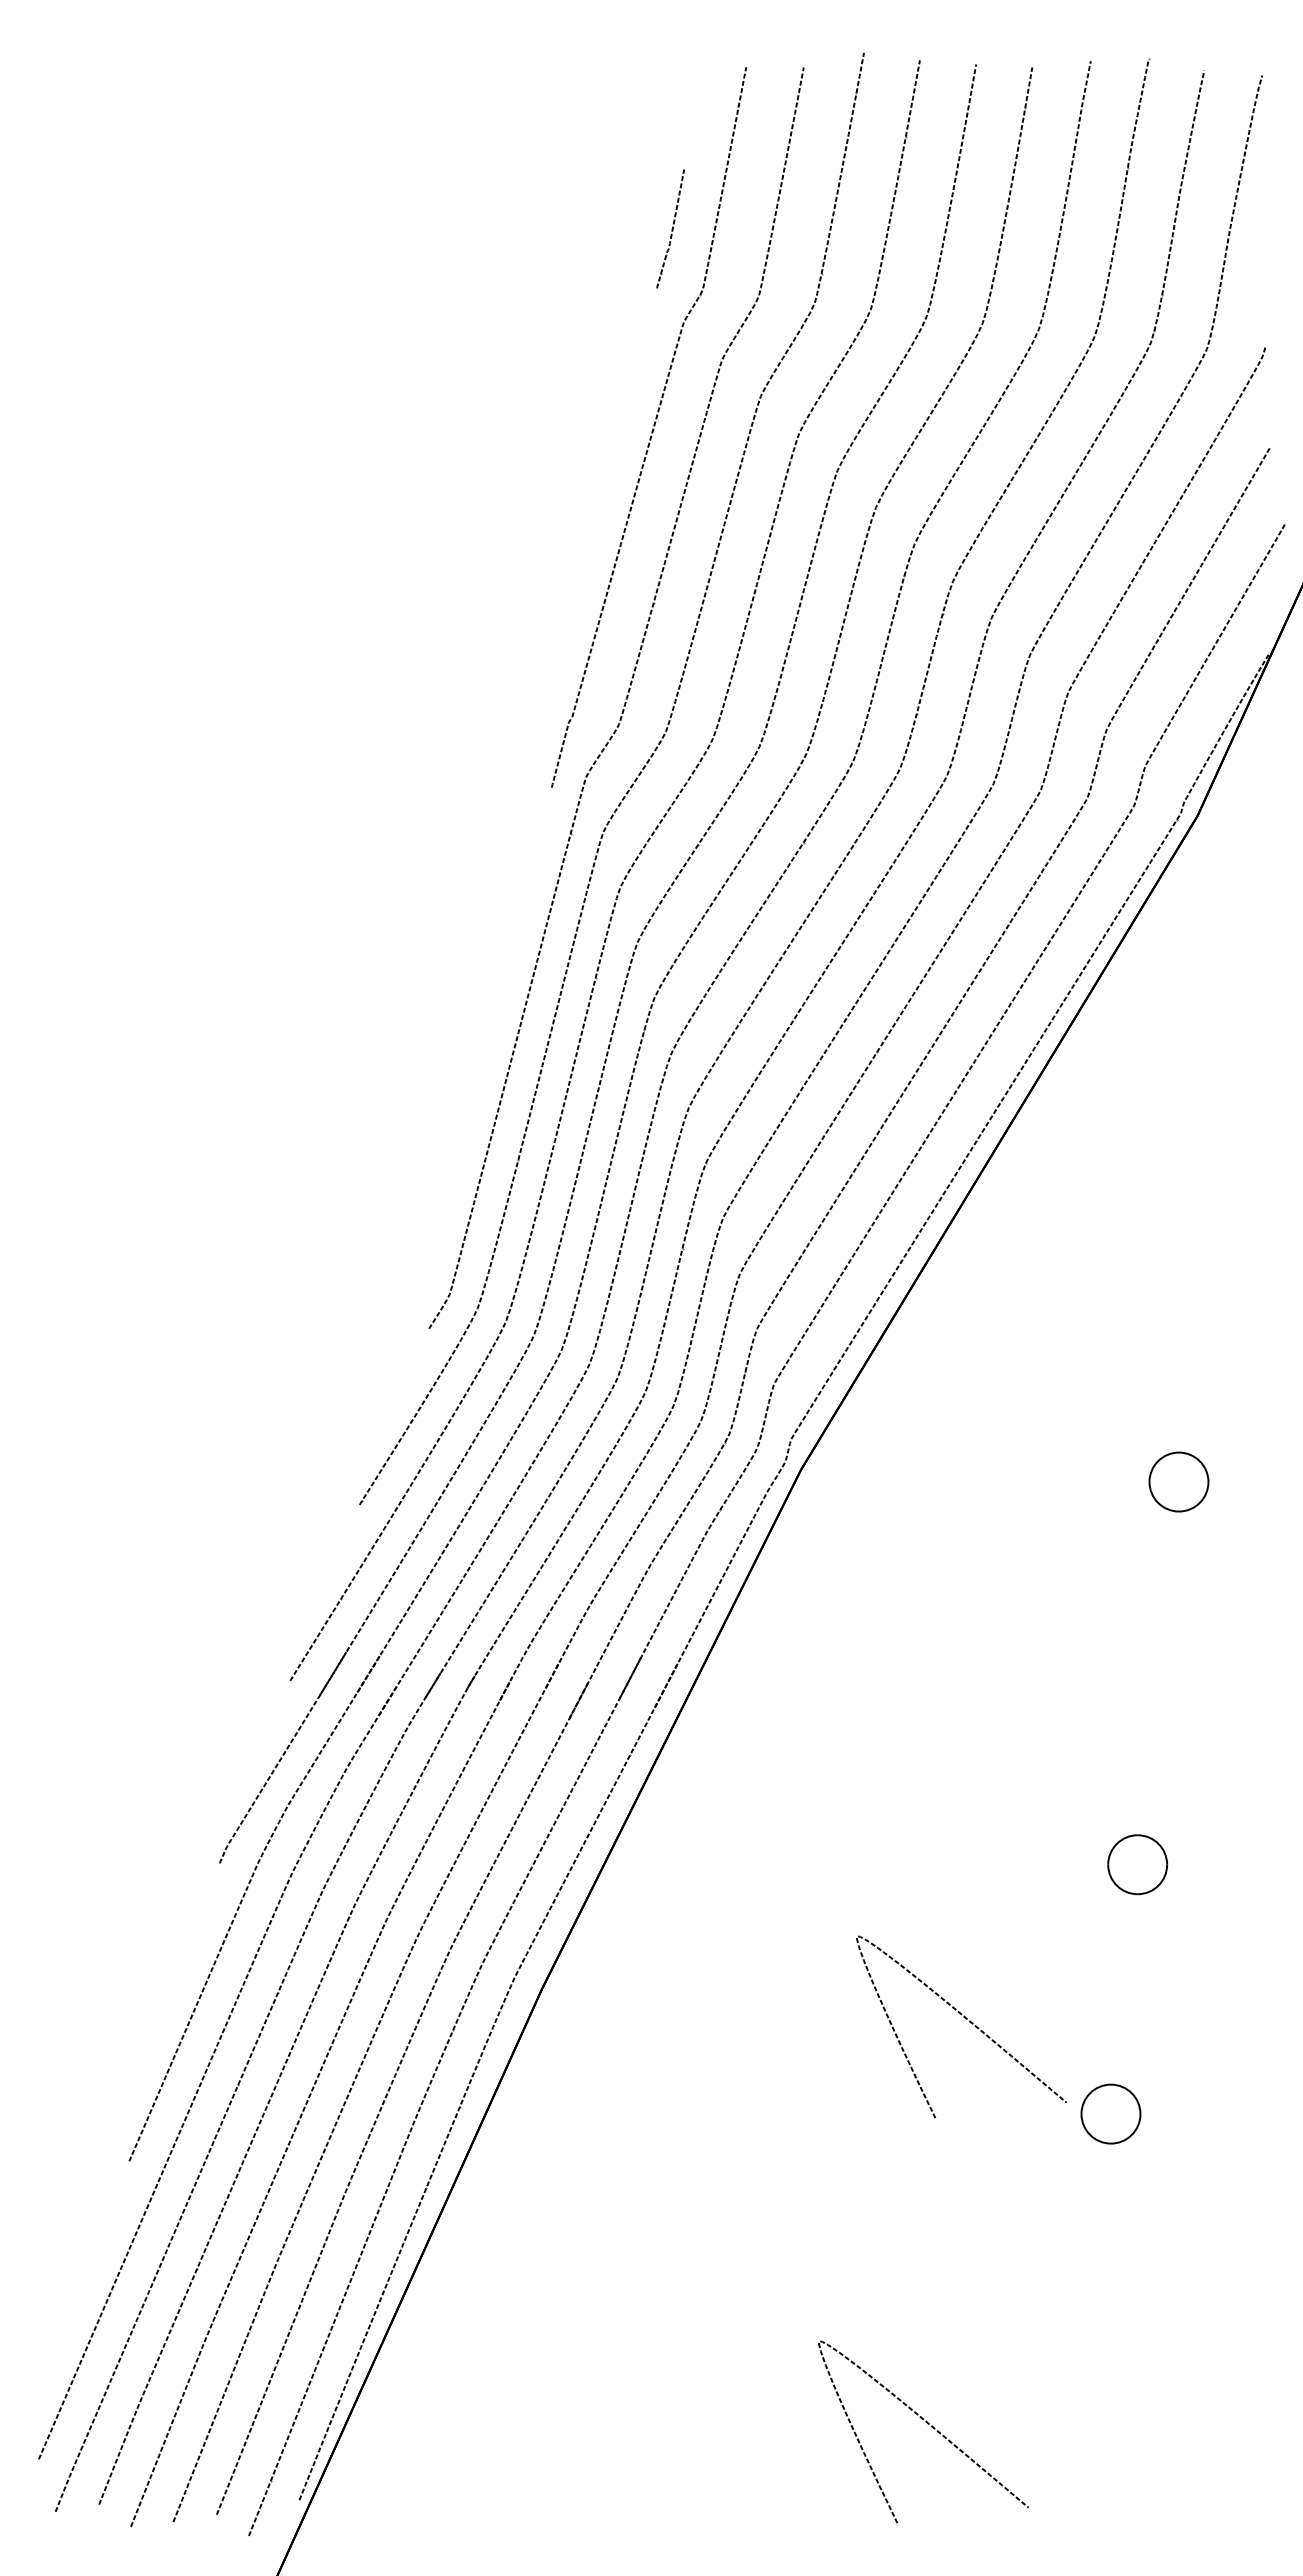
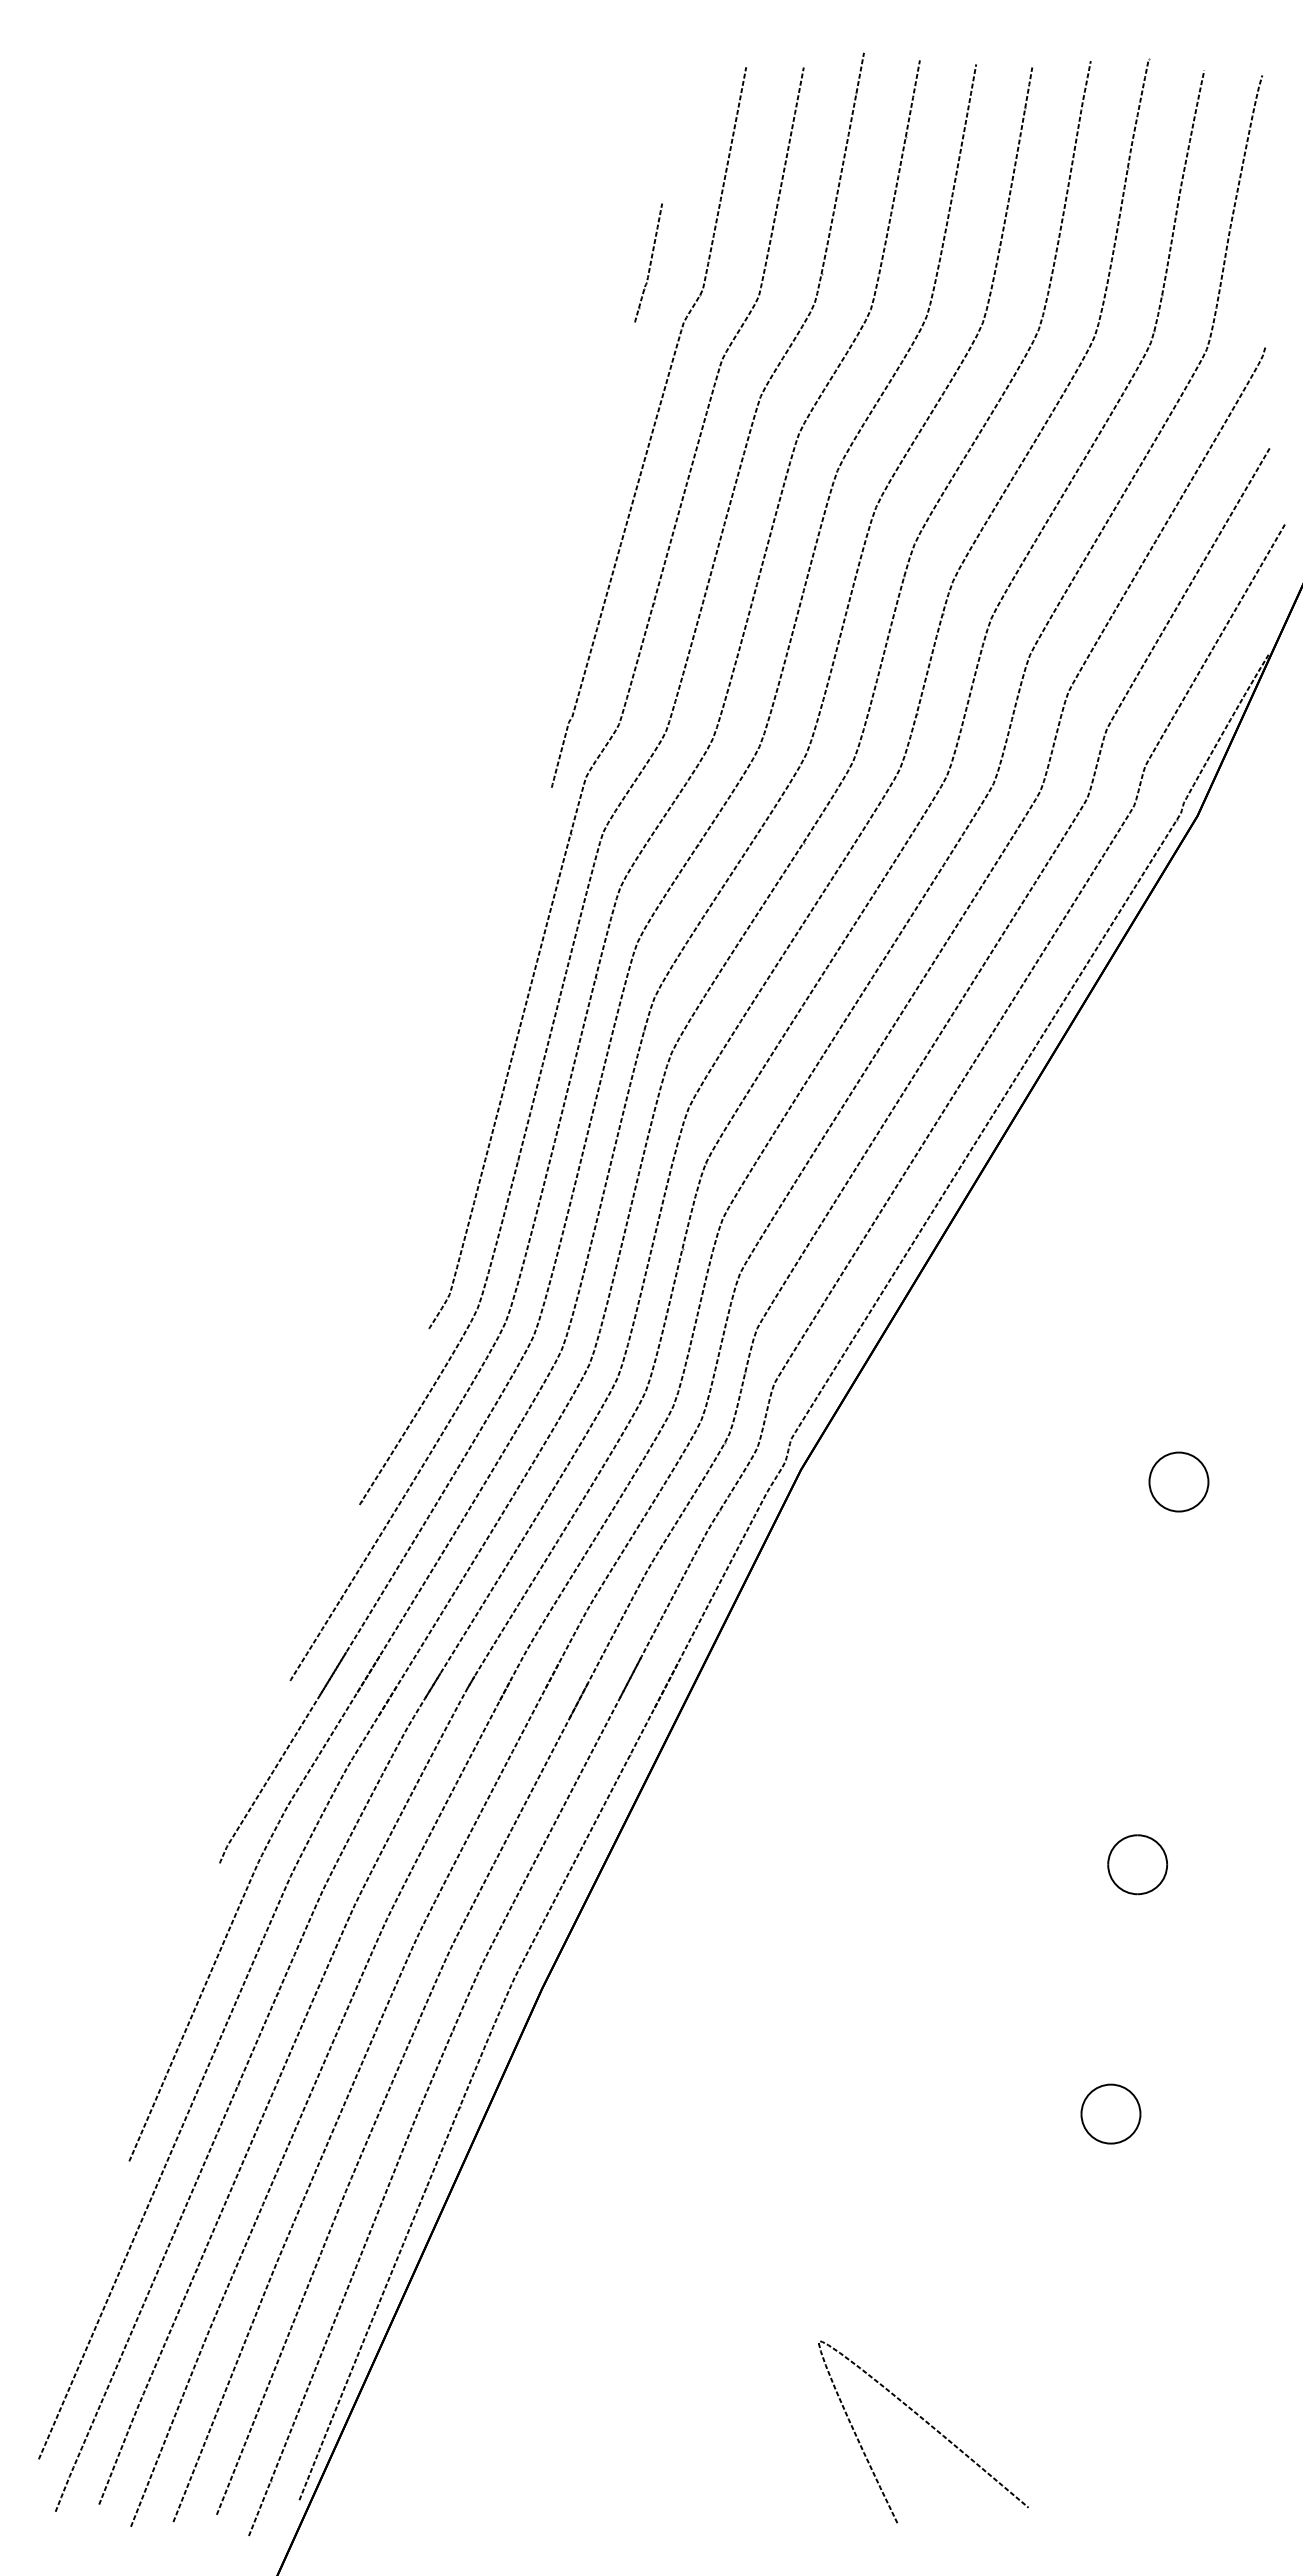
curve at (671, 229) position: (671, 229) -> (649, 263)
curve at (964, 2018): present -> none
